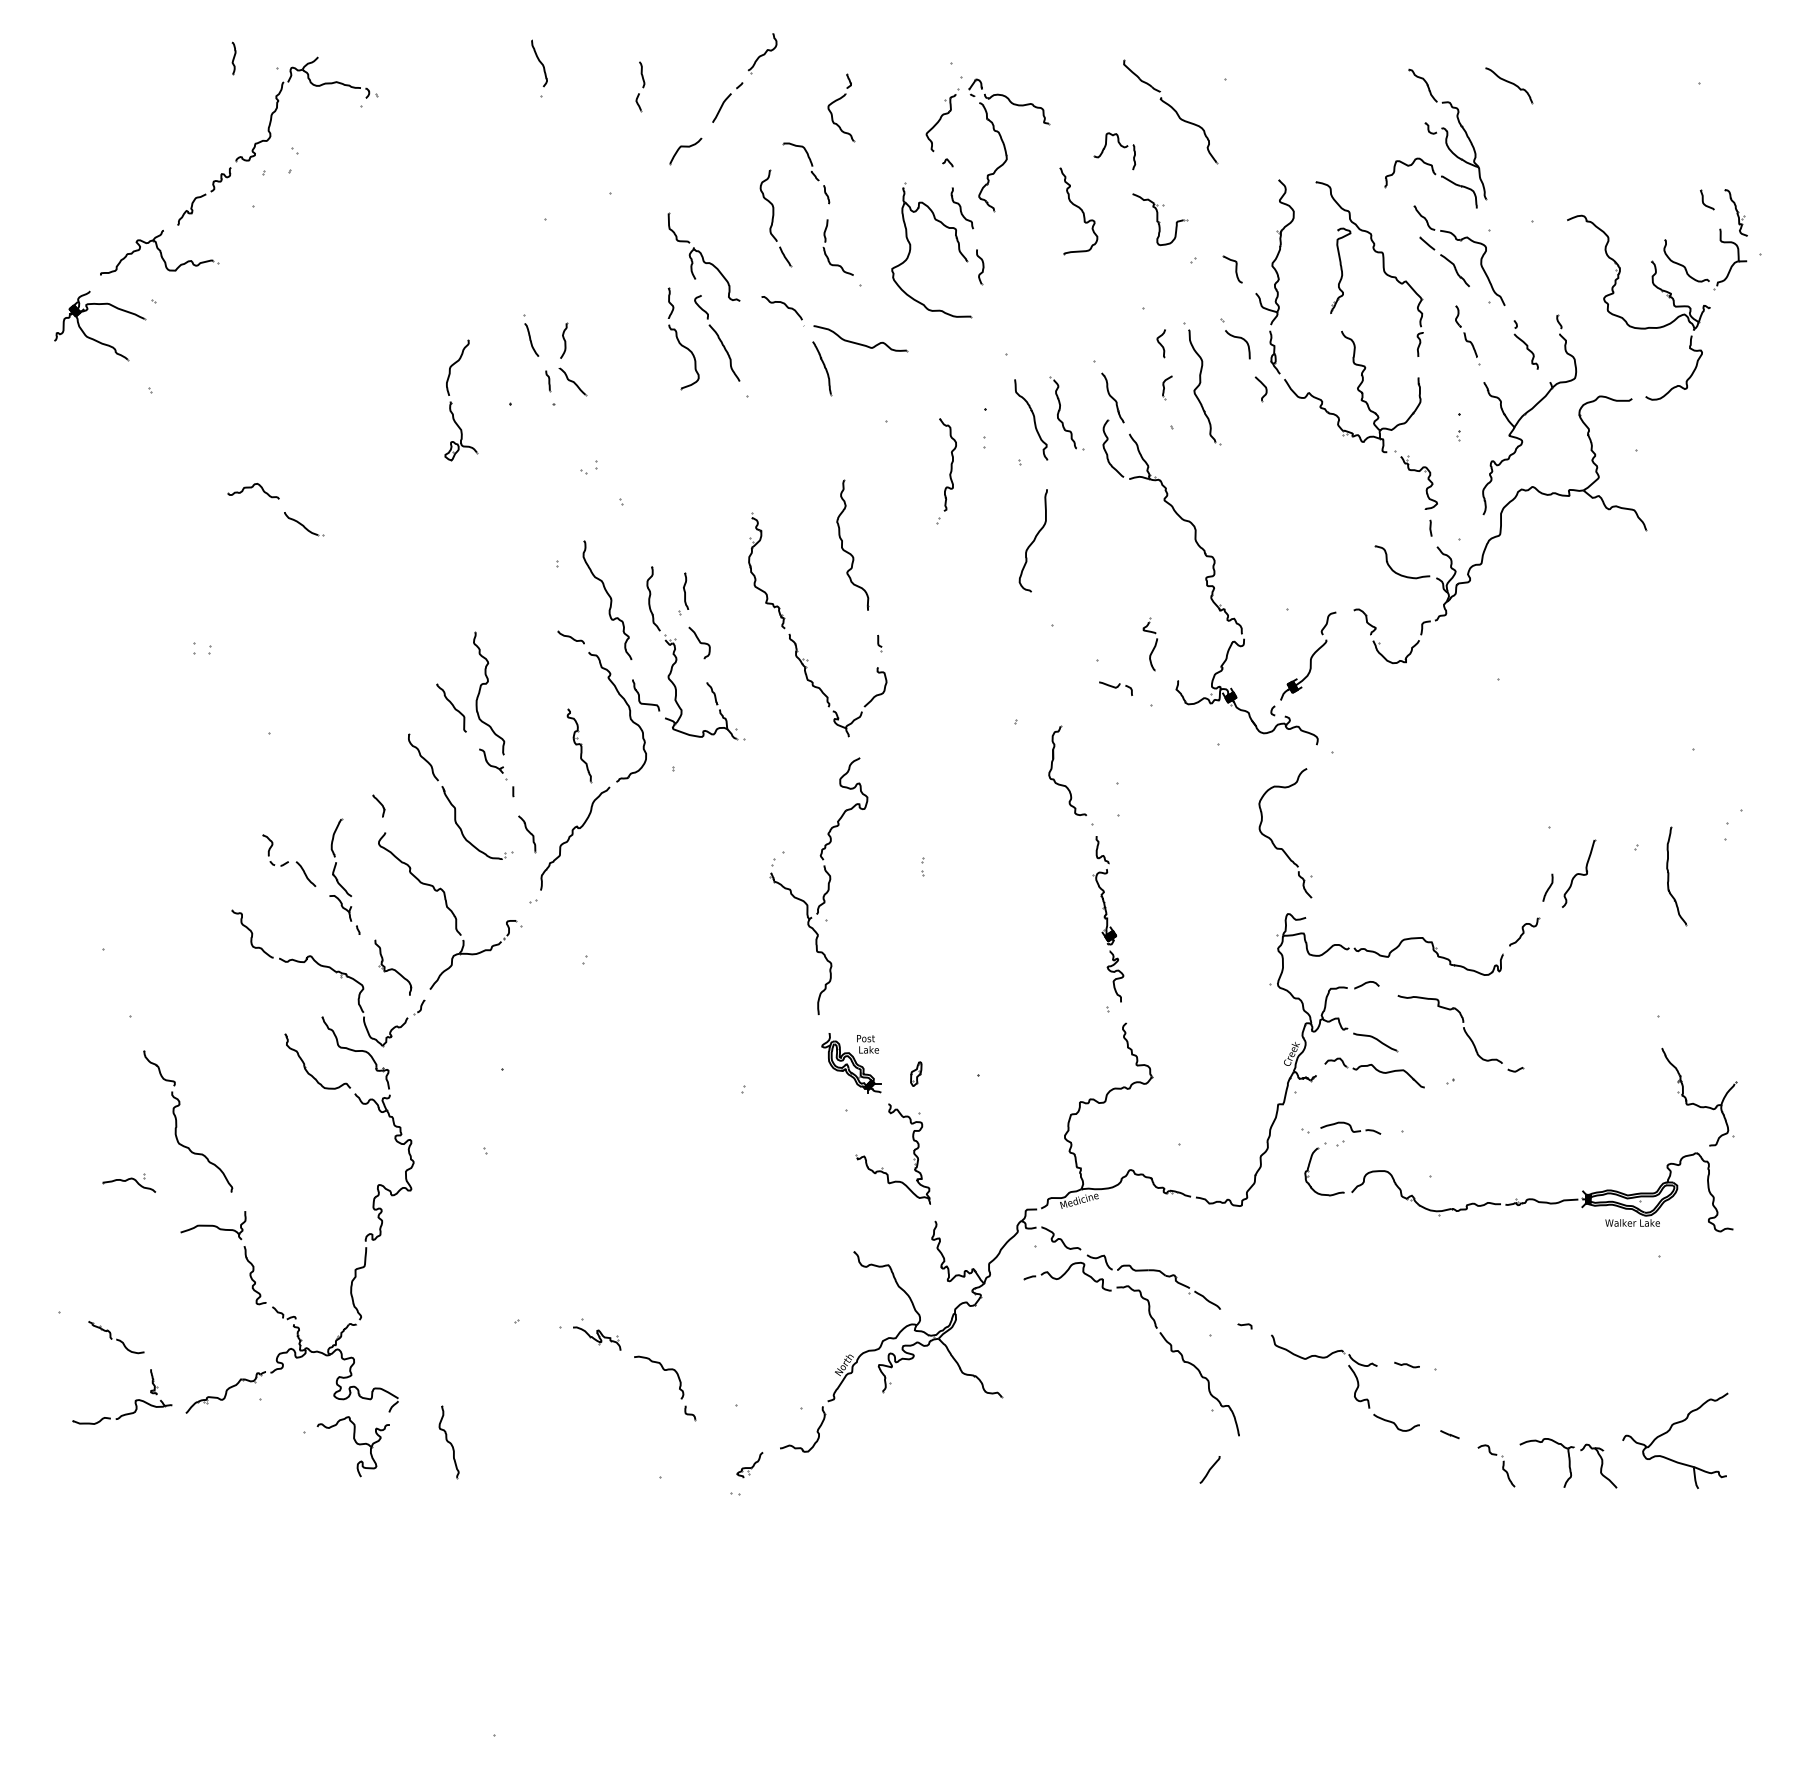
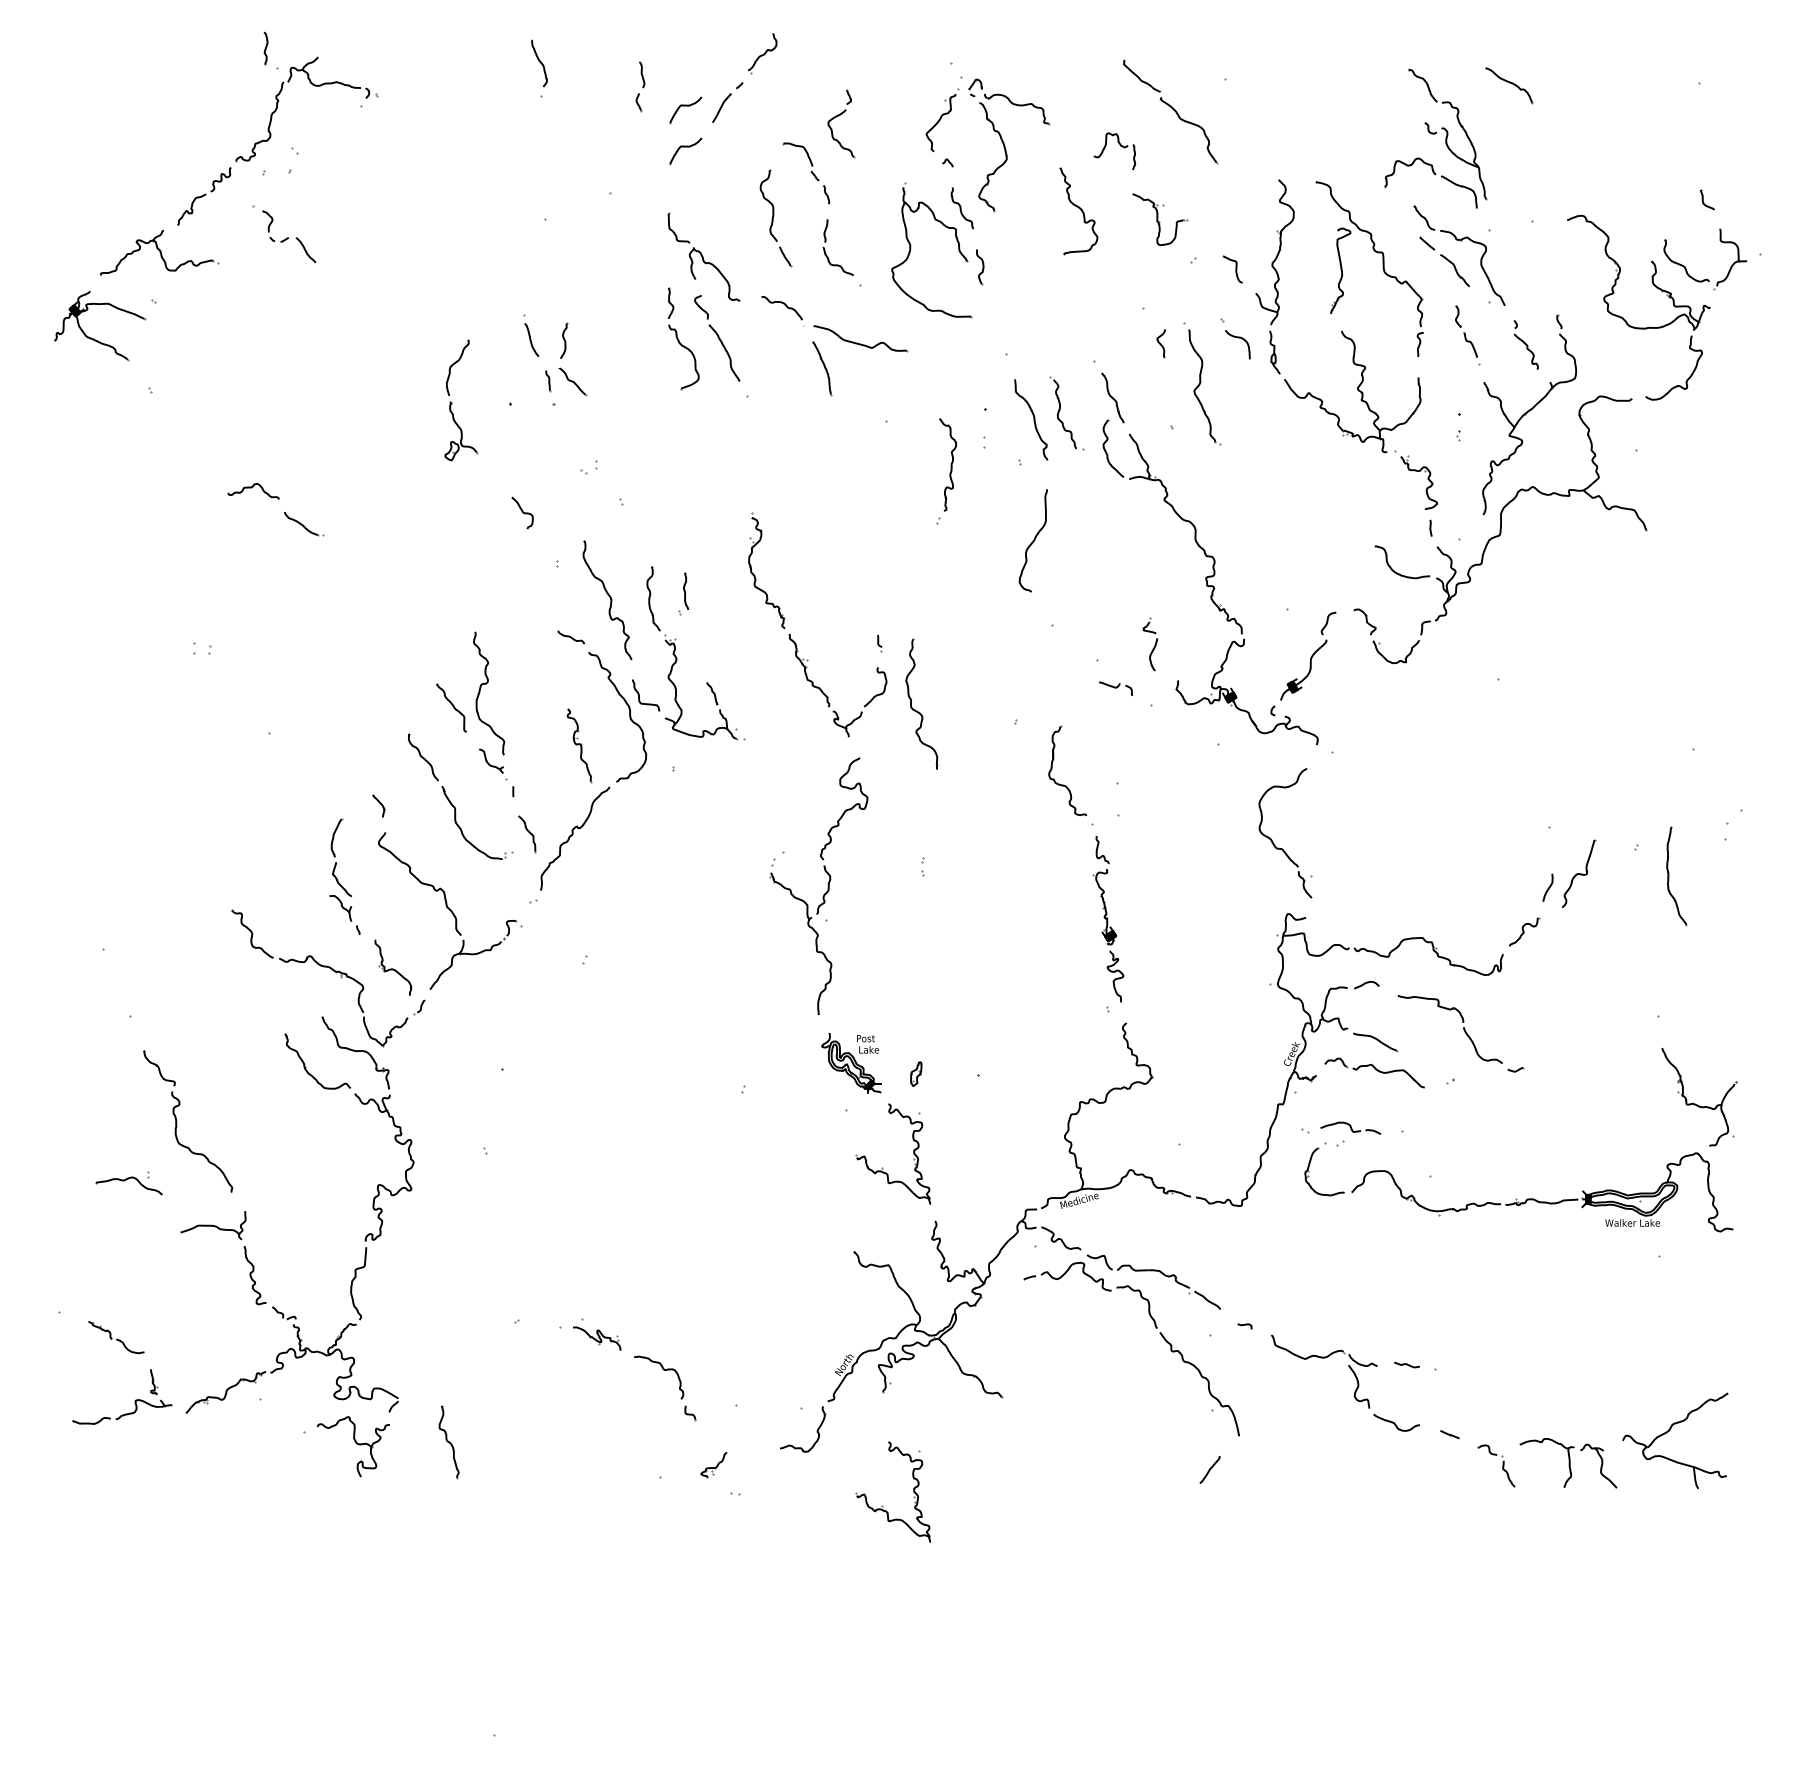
part at (233, 58) position: (233, 58) -> (265, 48)
part at (838, 100) position: (838, 100) -> (838, 116)
part at (685, 110): none -> present
part at (1735, 212): present -> none
part at (1167, 387): present -> none
part at (1260, 389): present -> none
part at (848, 551) position: (848, 551) -> (917, 710)
curve at (699, 642) position: (699, 642) -> (522, 512)
part at (289, 860) position: (289, 860) -> (289, 236)
part at (129, 1182) size: 55x20 px -> 68x25 px
part at (749, 1465) position: (749, 1465) -> (713, 1465)
part at (882, 1505): none -> present
